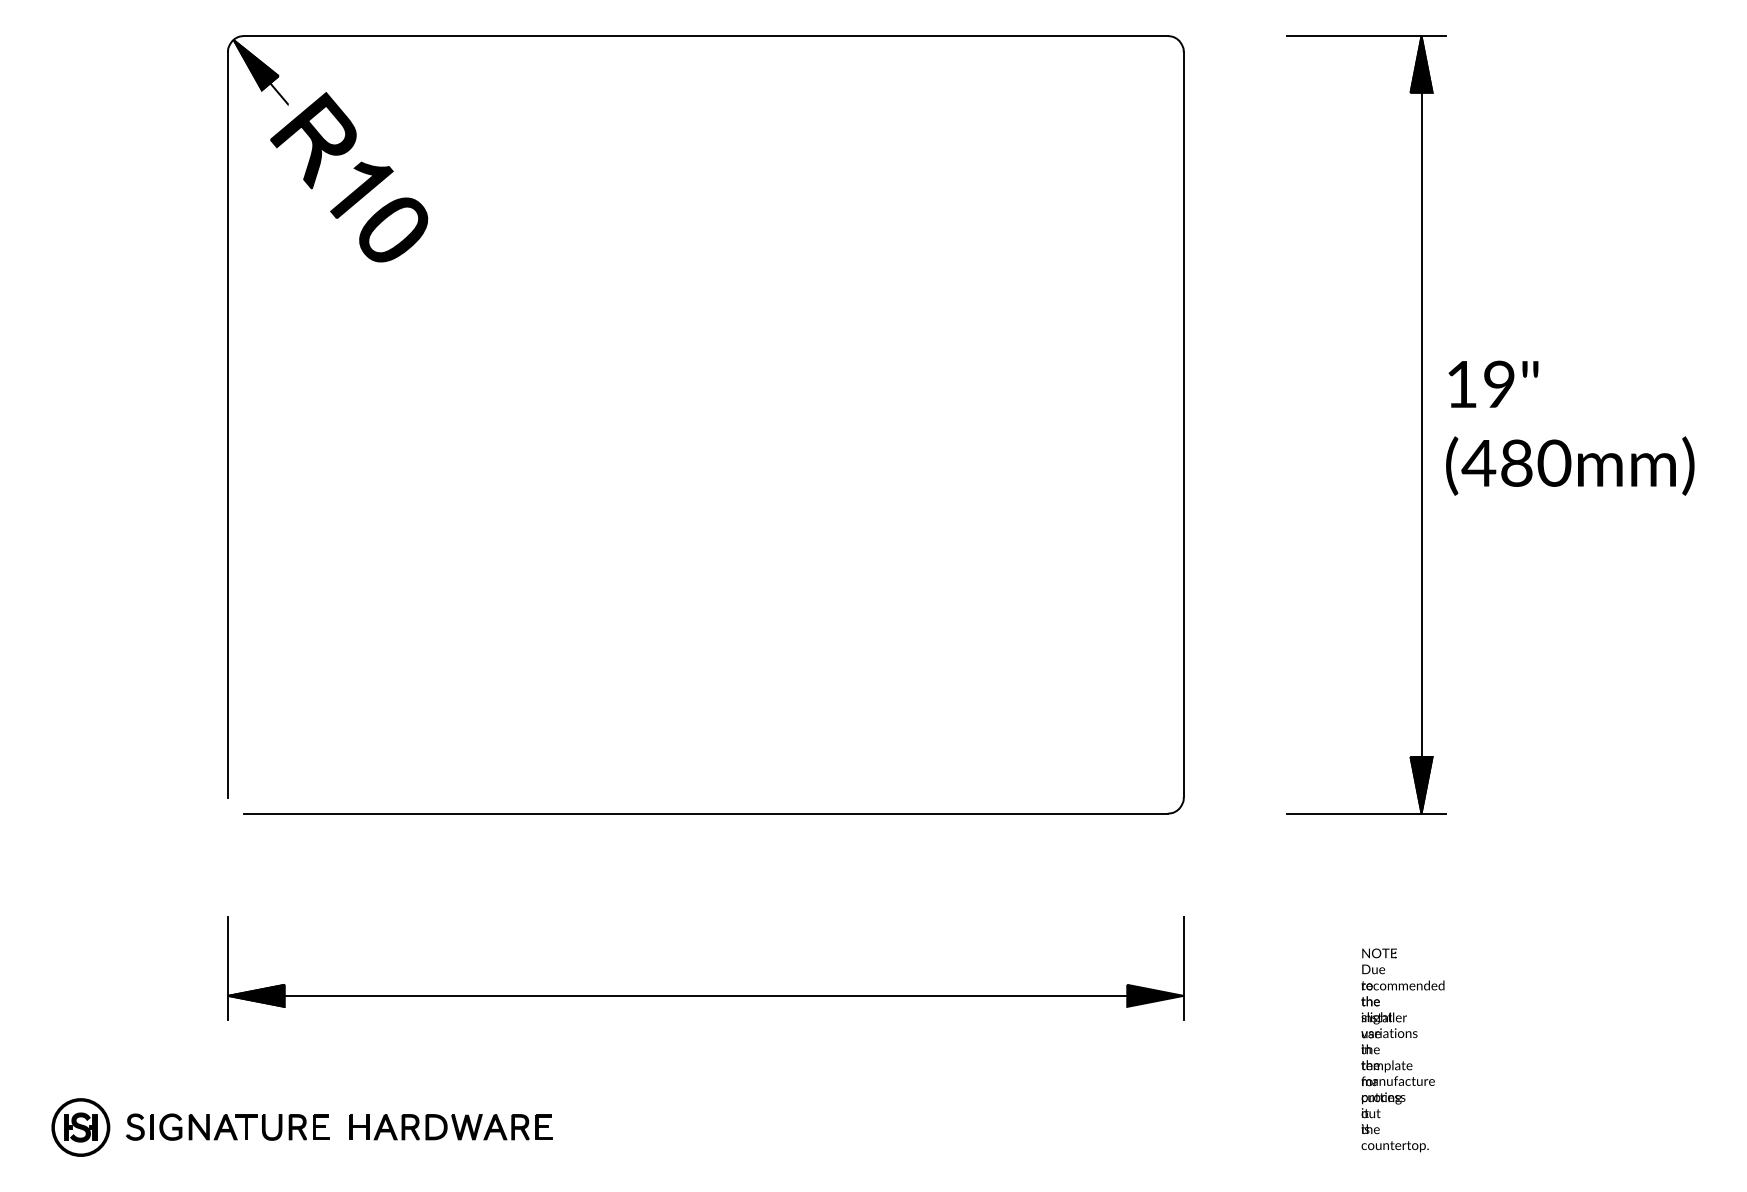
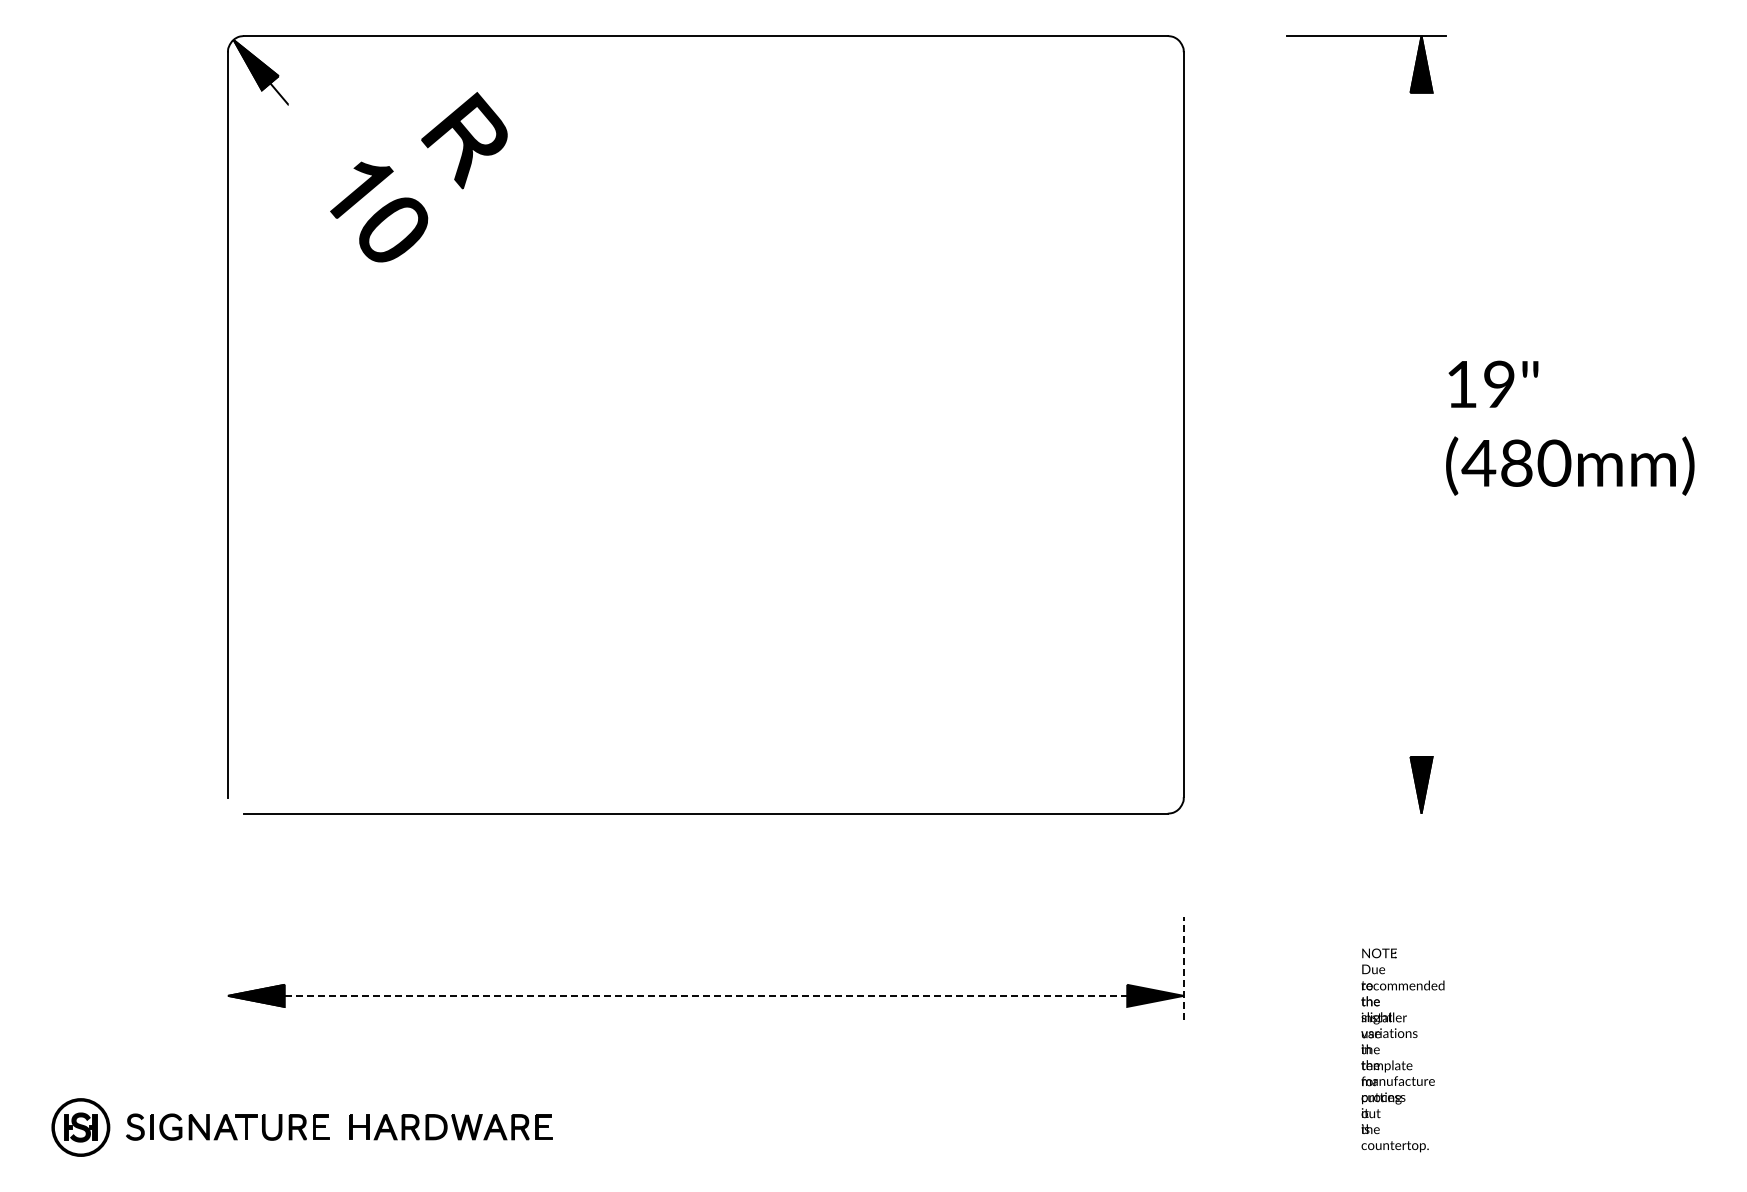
part at (313, 140) position: (313, 140) -> (464, 140)
line at (1421, 426): present -> none
line at (1366, 813): present -> none
line at (228, 968): present -> none
line at (1183, 968): solid -> dashed
line at (709, 995): solid -> dashed
